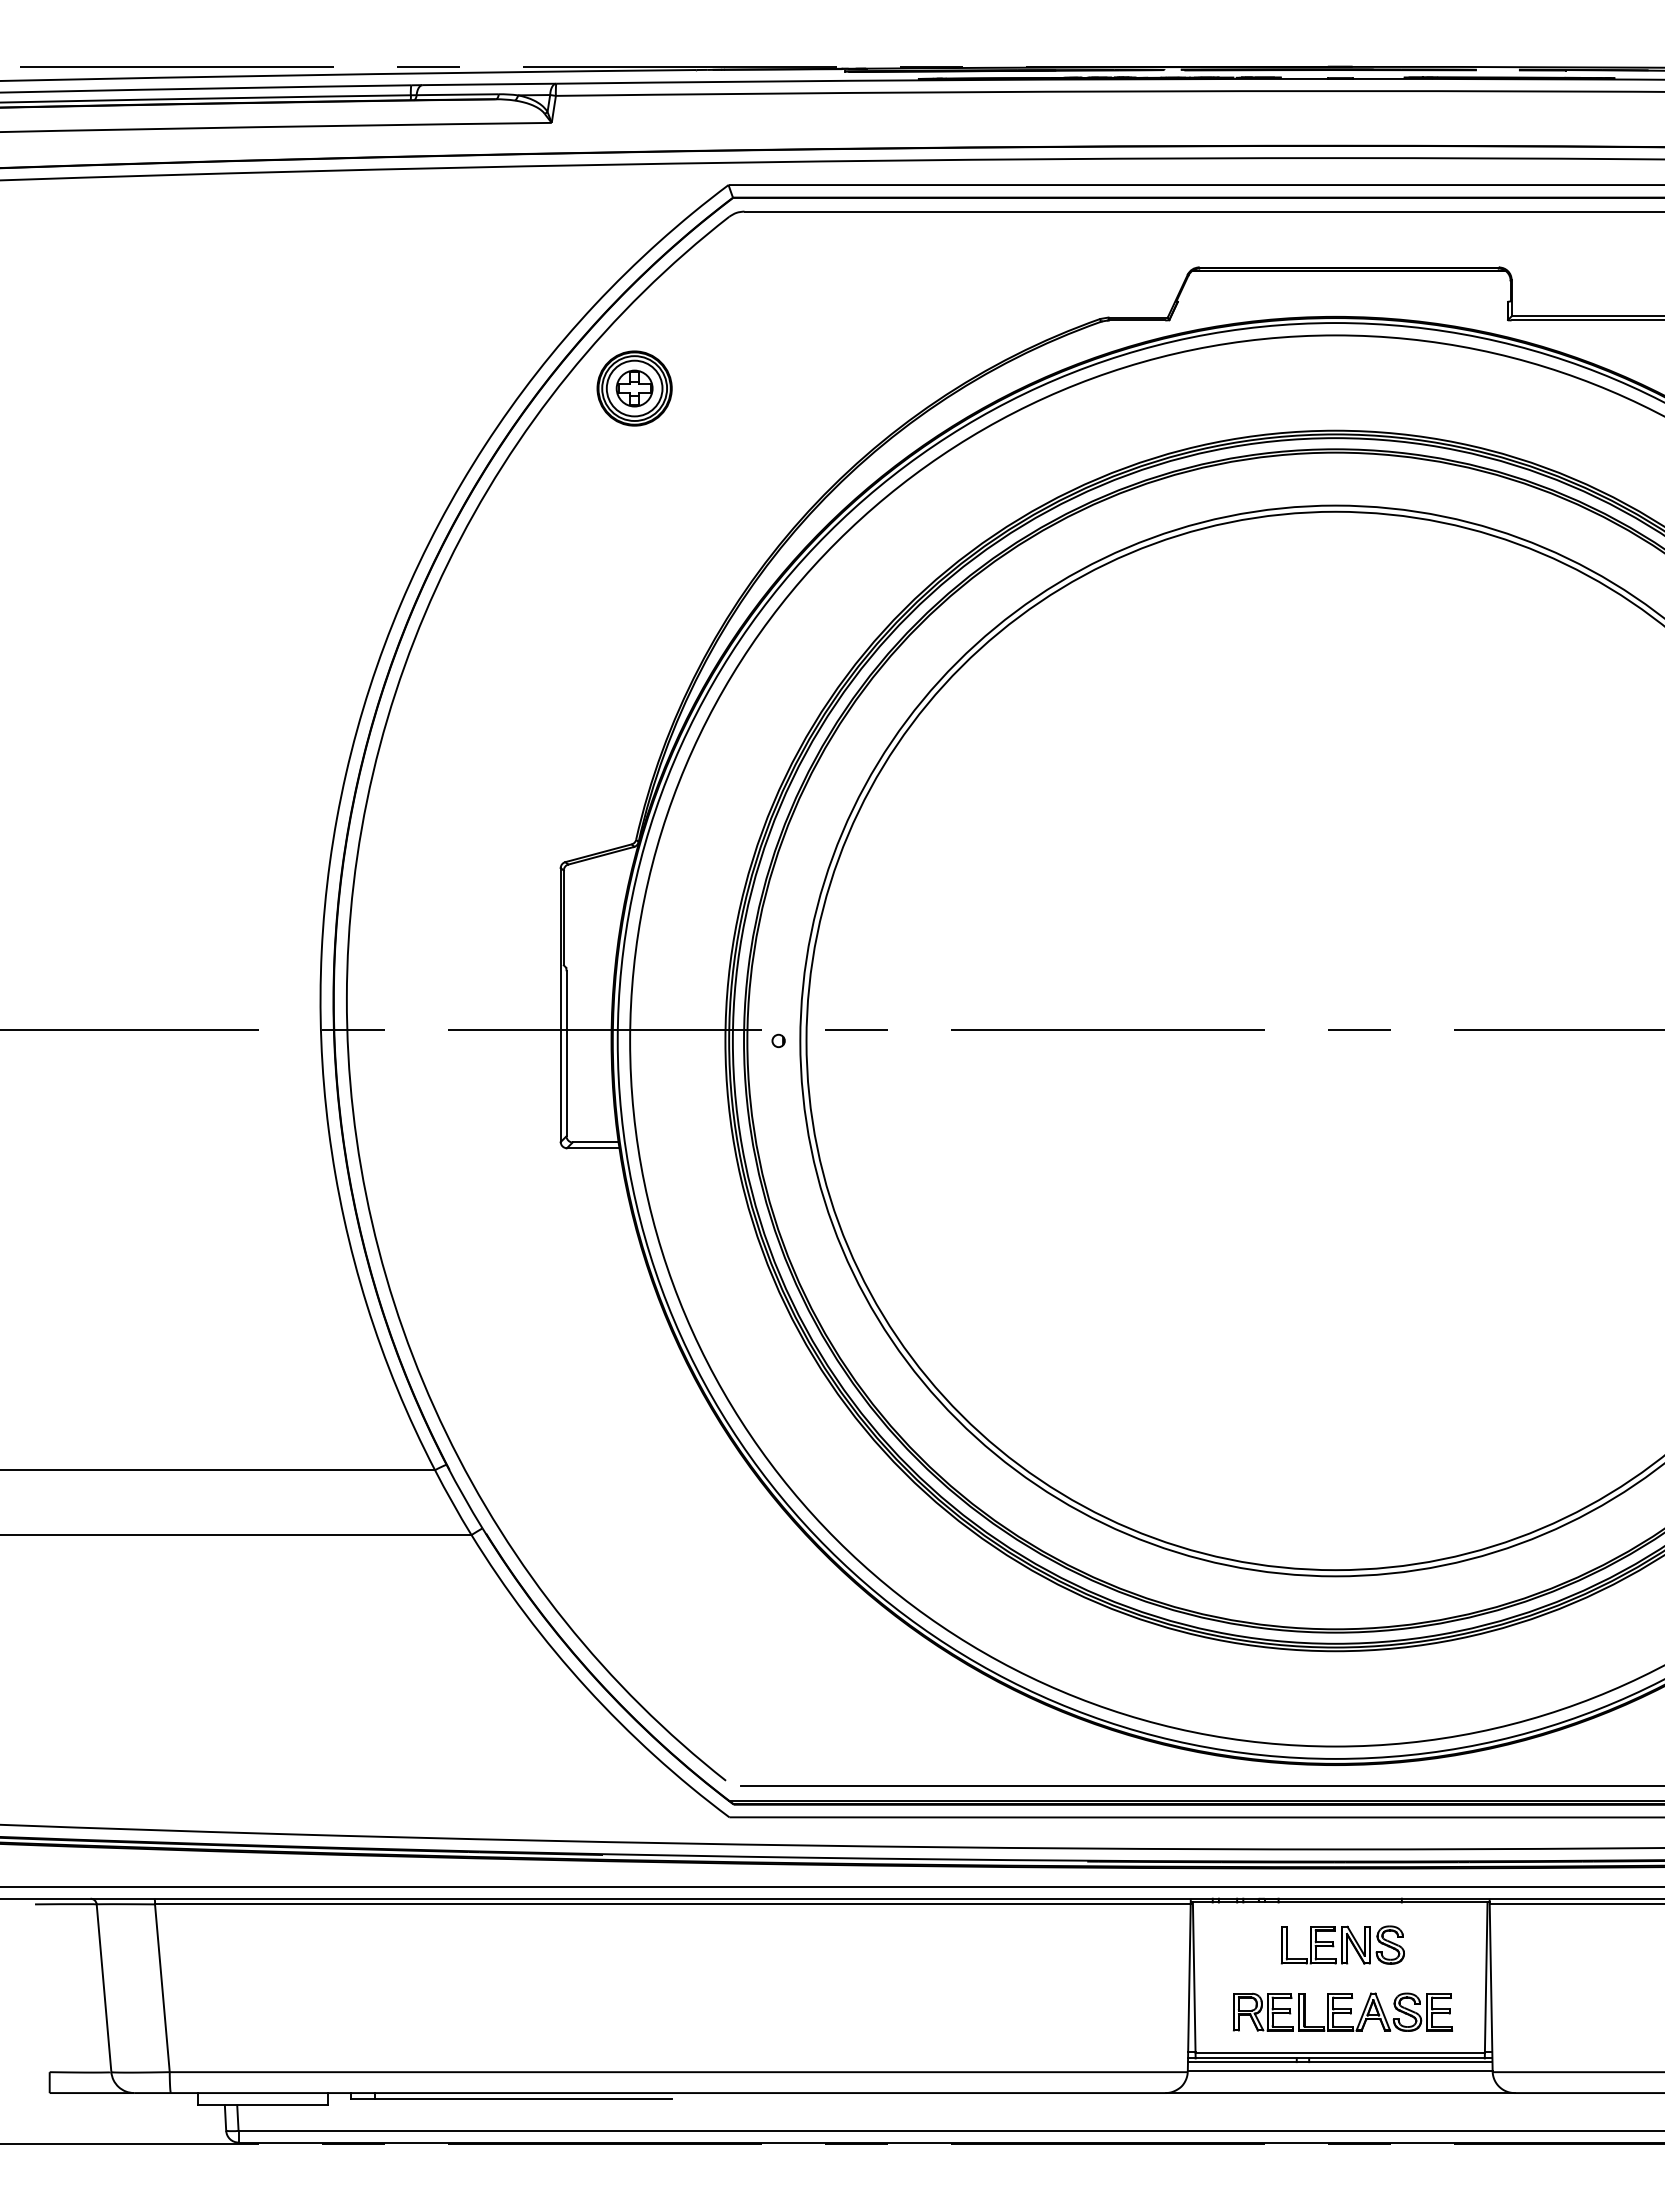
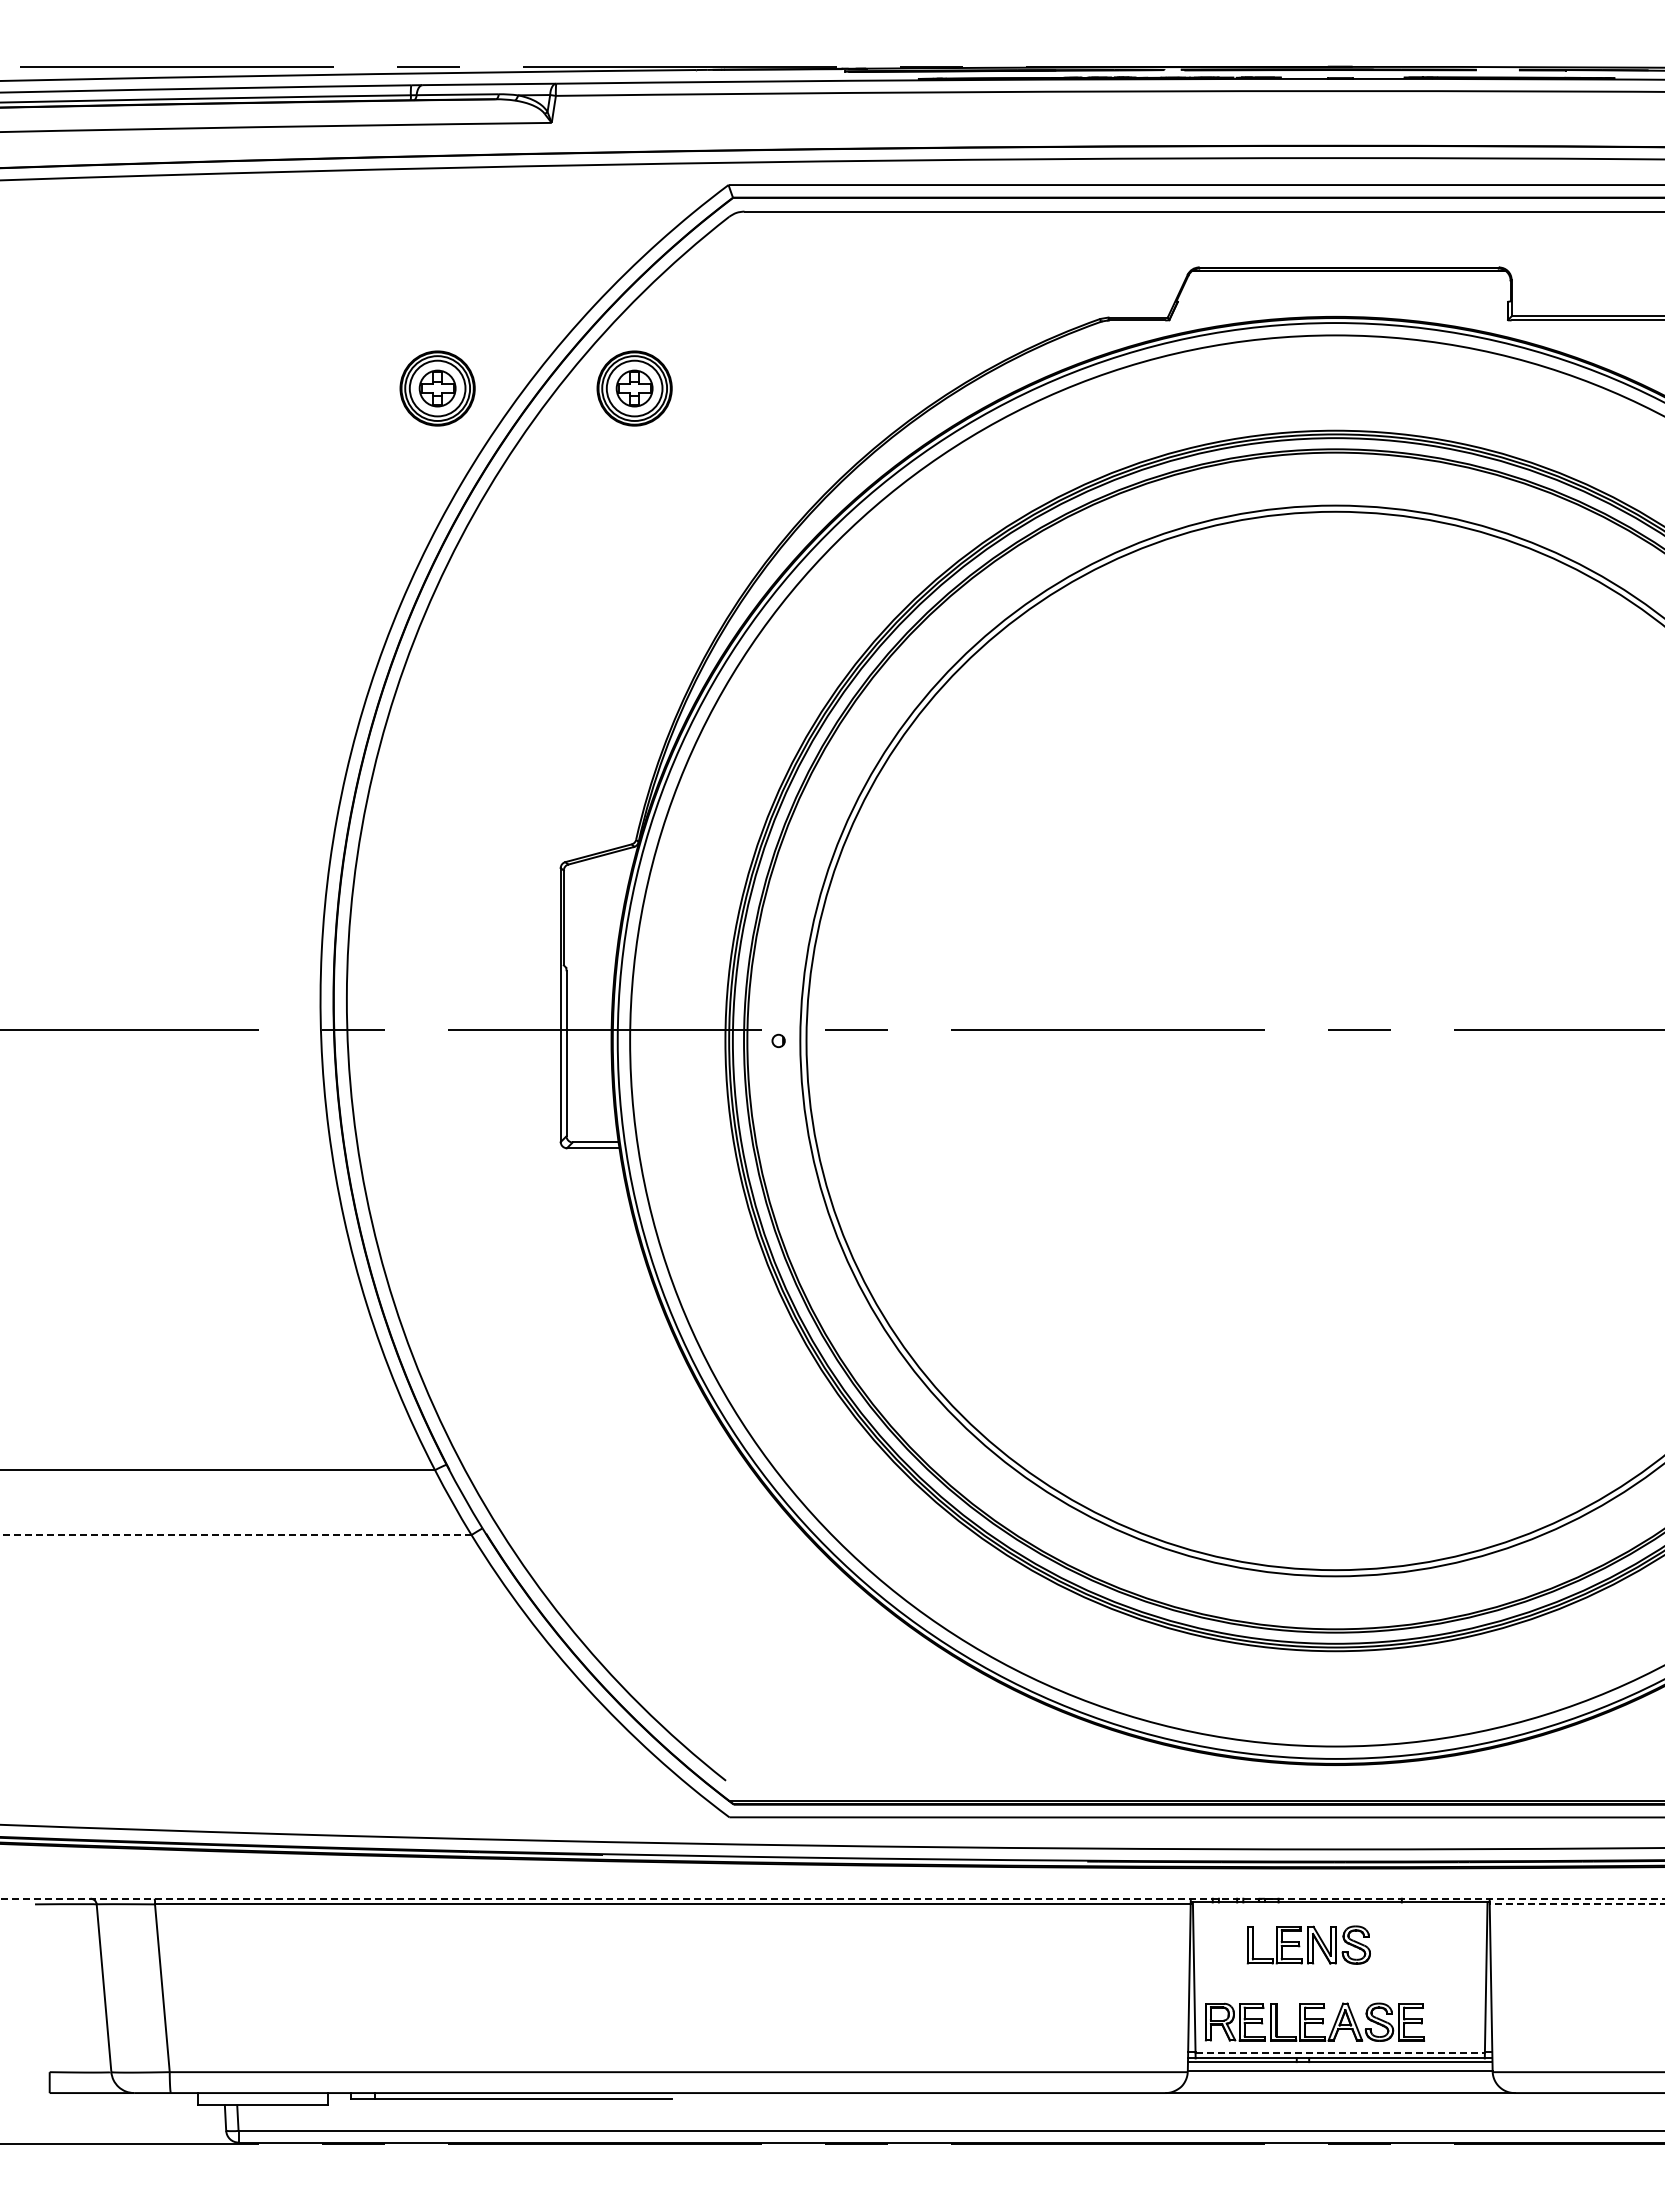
part at (437, 388): none -> present
line at (235, 1535): solid -> dashed
line at (1201, 1786): present -> none
line at (831, 1886): present -> none
line at (832, 1898): solid -> dashed
line at (1576, 1904): solid -> dashed
part at (1342, 1944) position: (1342, 1944) -> (1308, 1944)
part at (1342, 2011) position: (1342, 2011) -> (1314, 2021)
line at (1340, 2052): solid -> dashed
